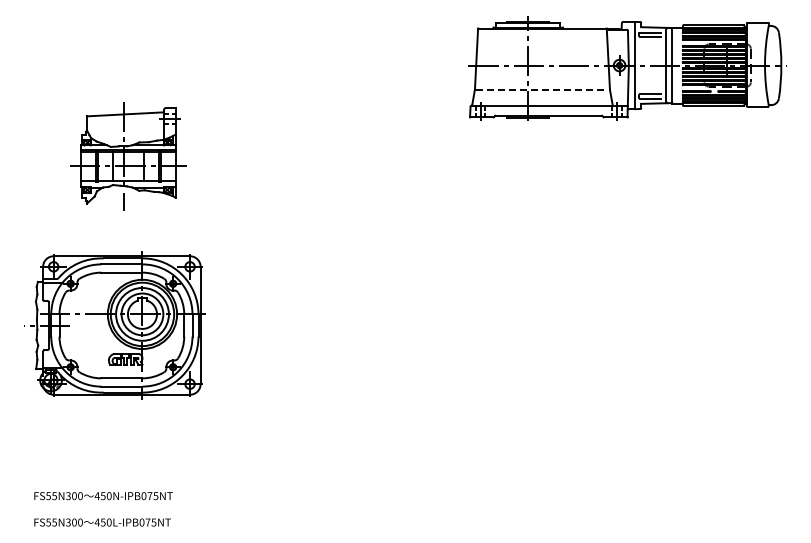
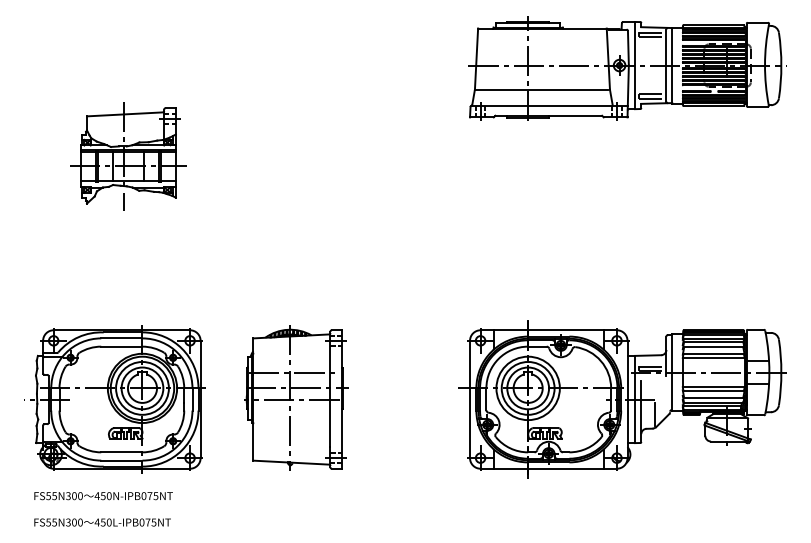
line at (542, 89): dashed -> solid
part at (114, 325) position: (114, 325) -> (114, 399)
part at (296, 397): none -> present
part at (622, 399): none -> present
